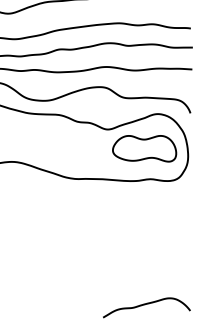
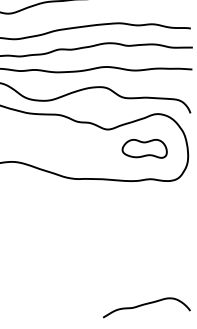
part at (144, 148) size: 66x28 px -> 47x20 px
